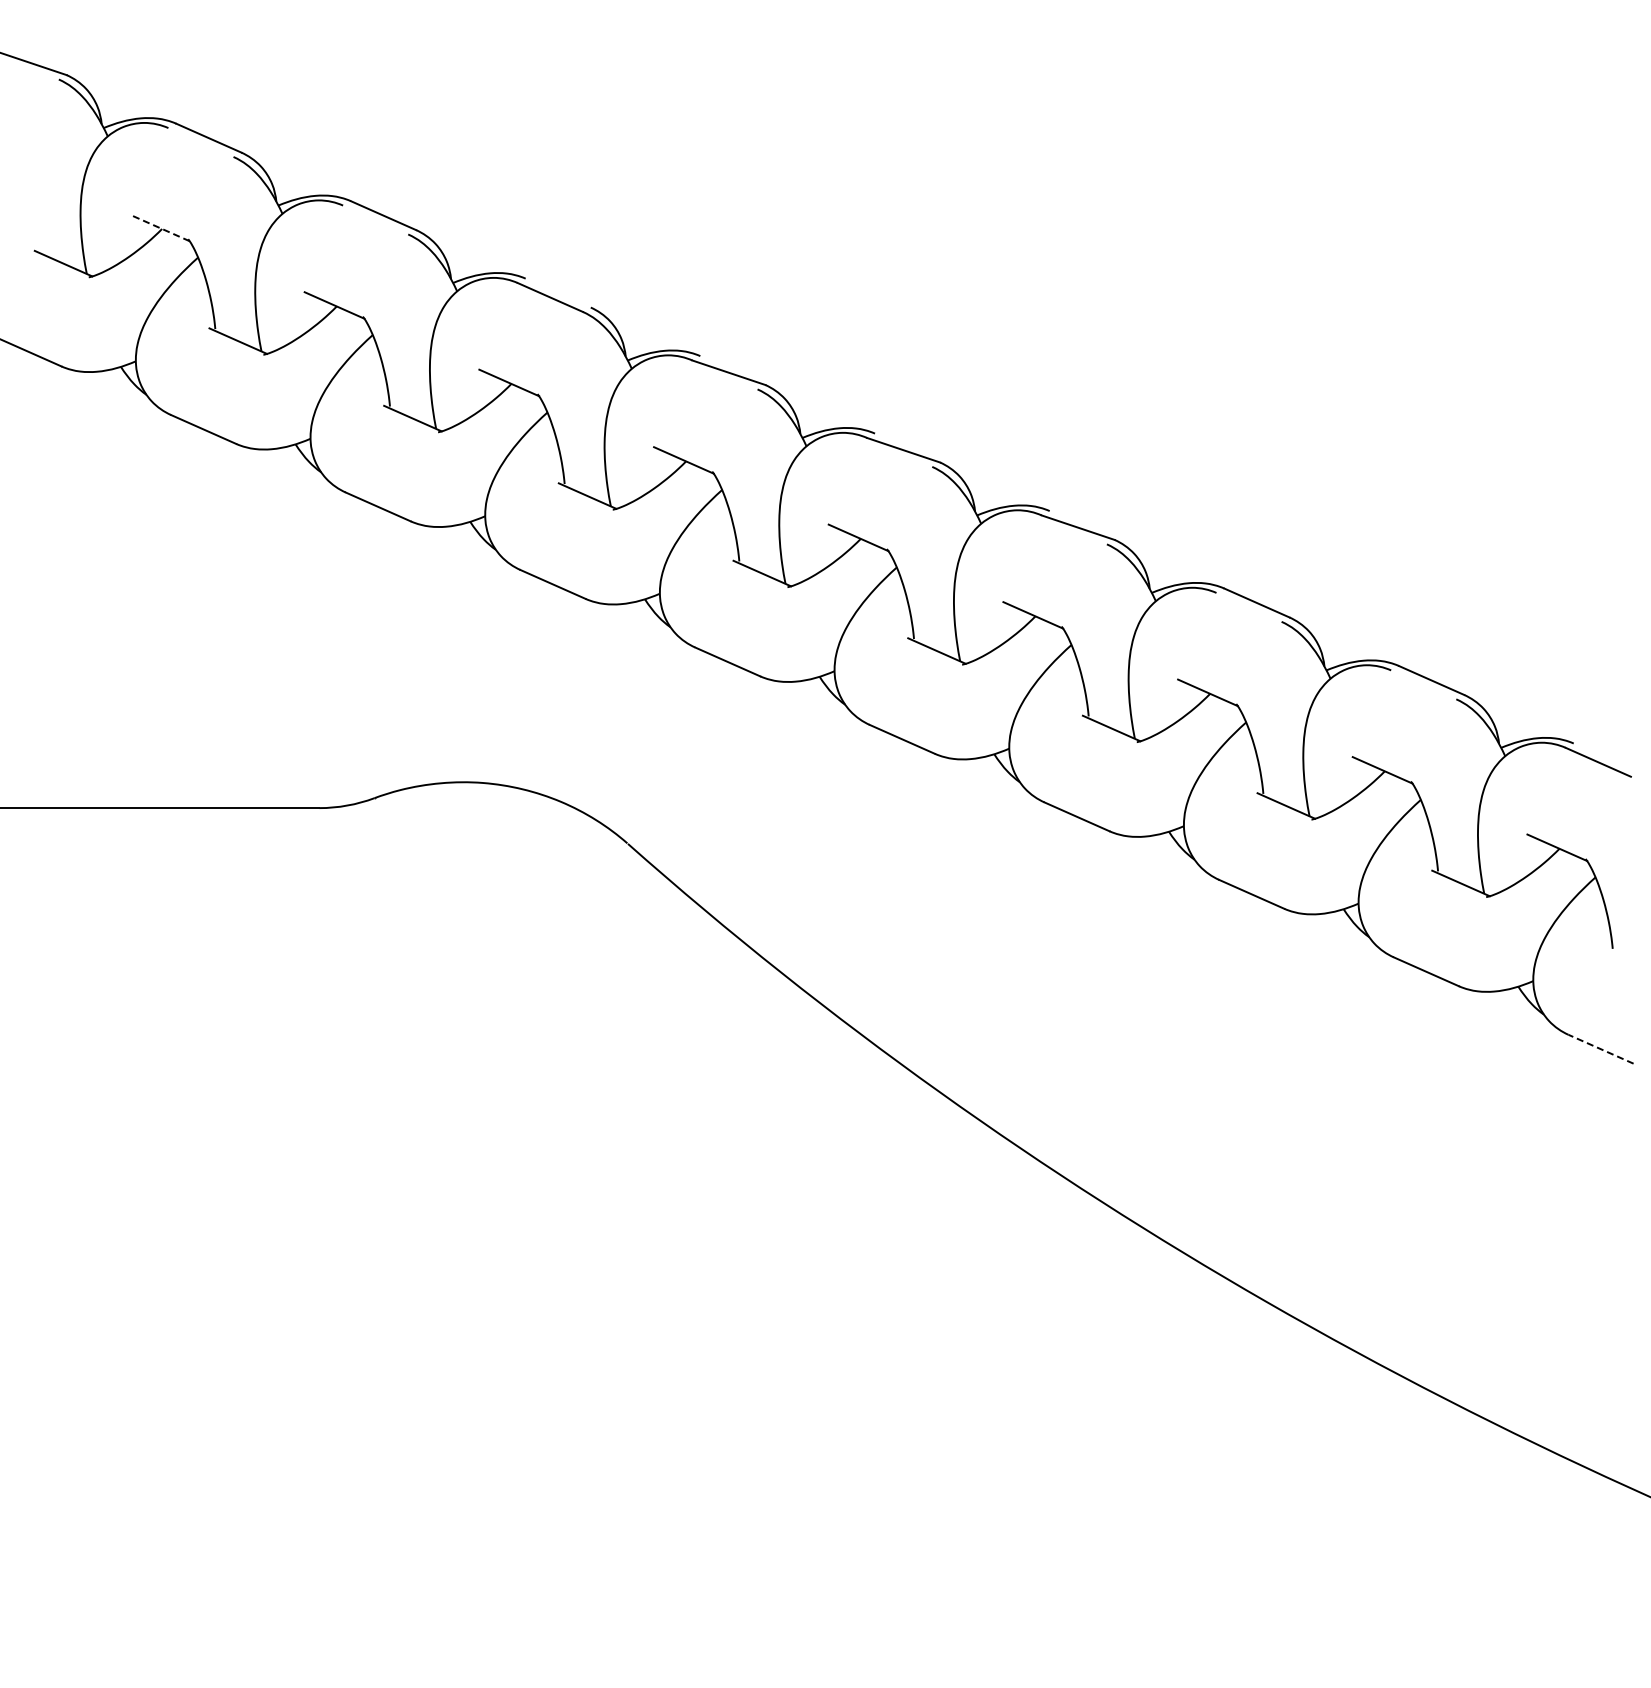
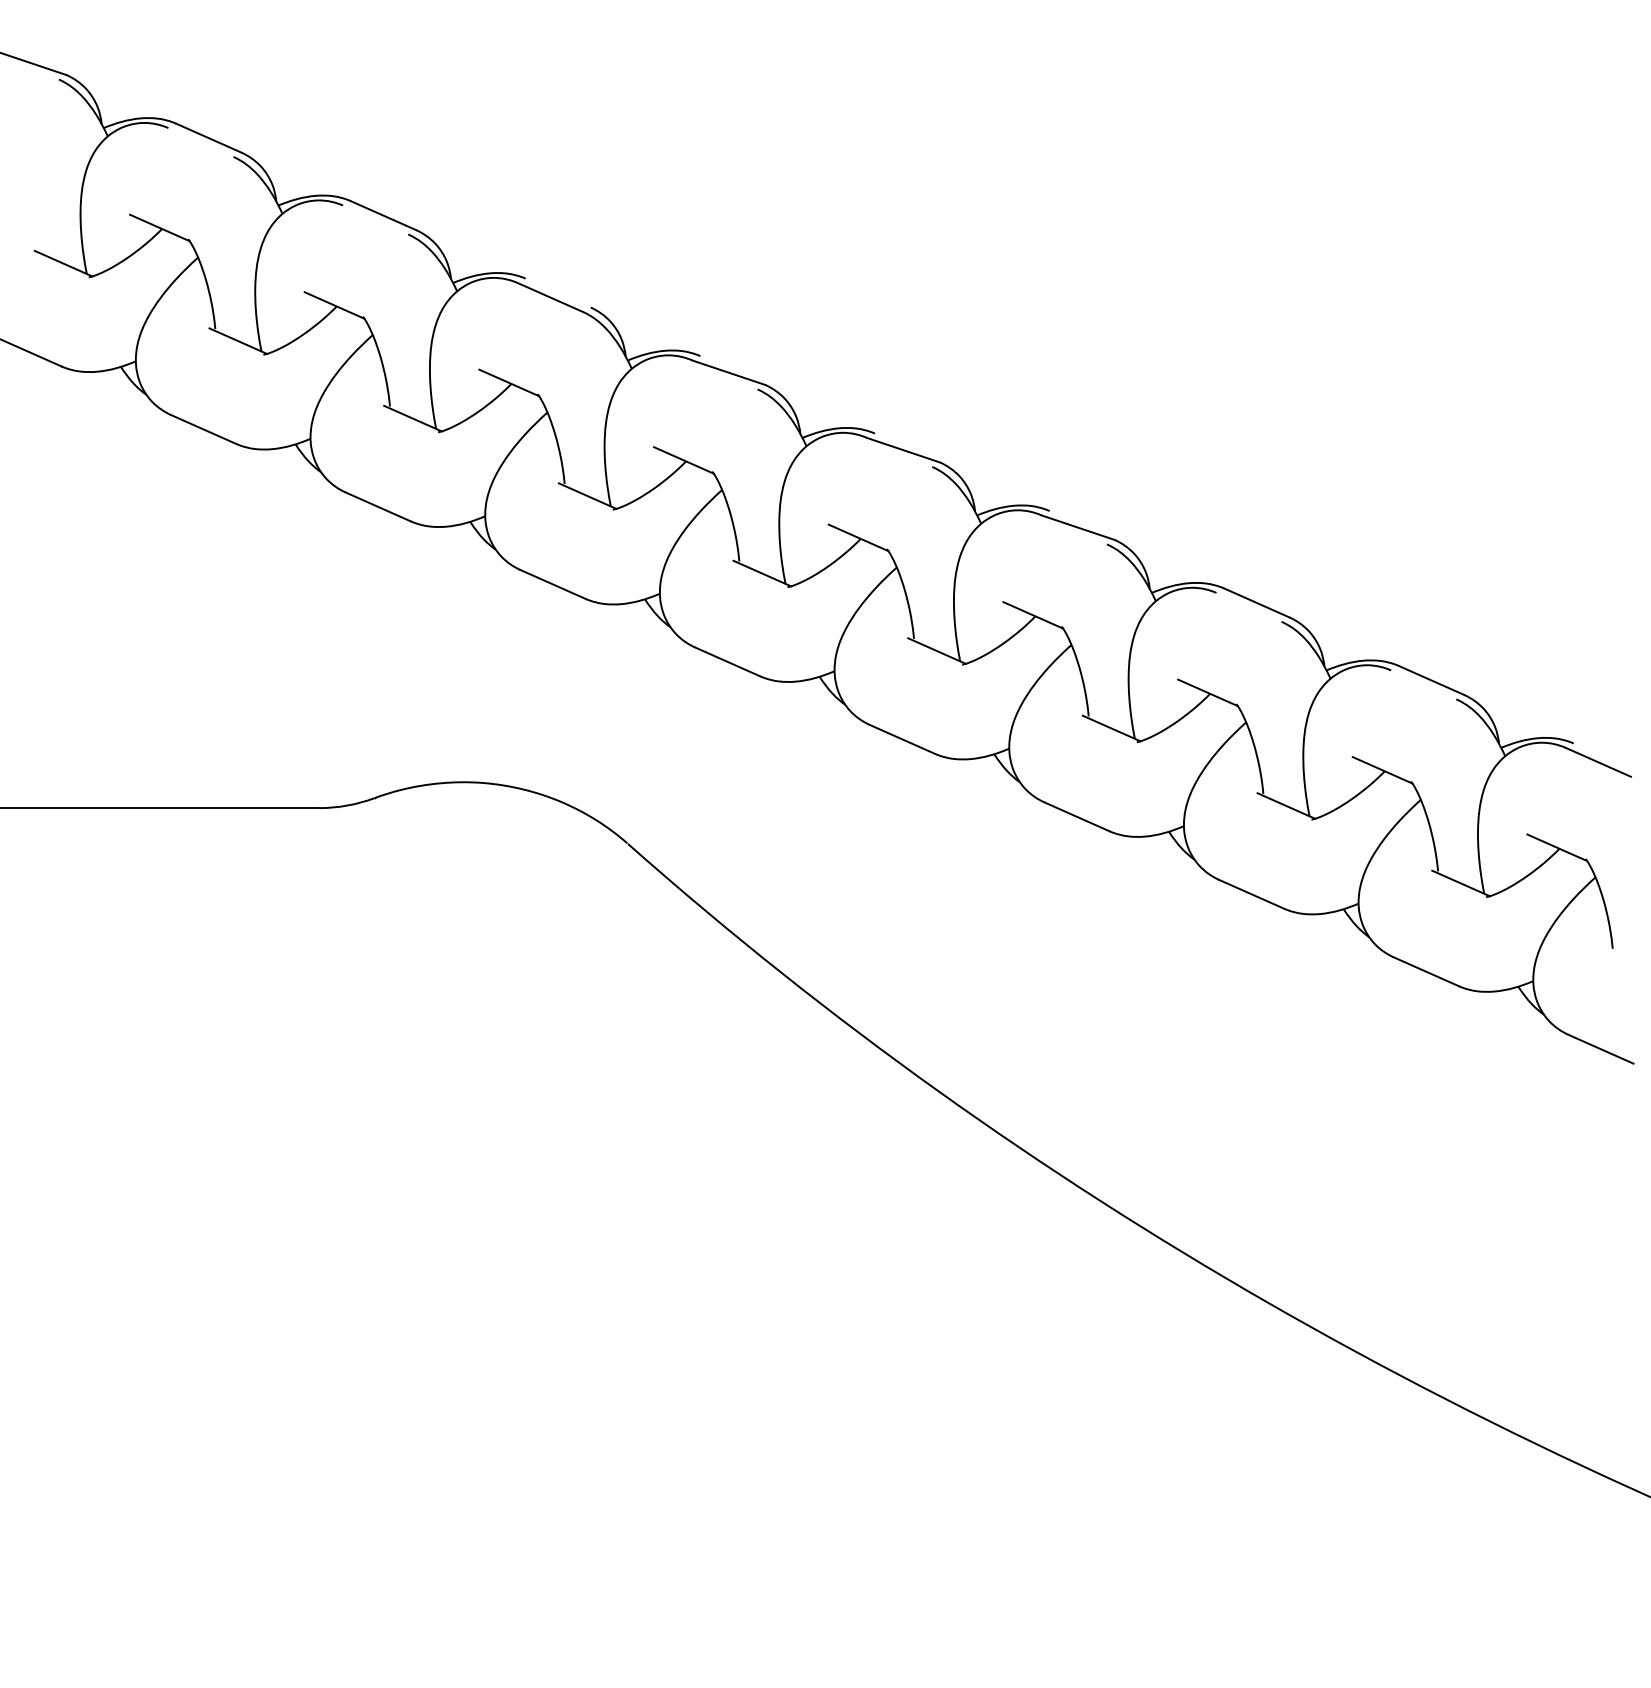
line at (159, 227): dashed -> solid
line at (1601, 1049): dashed -> solid
